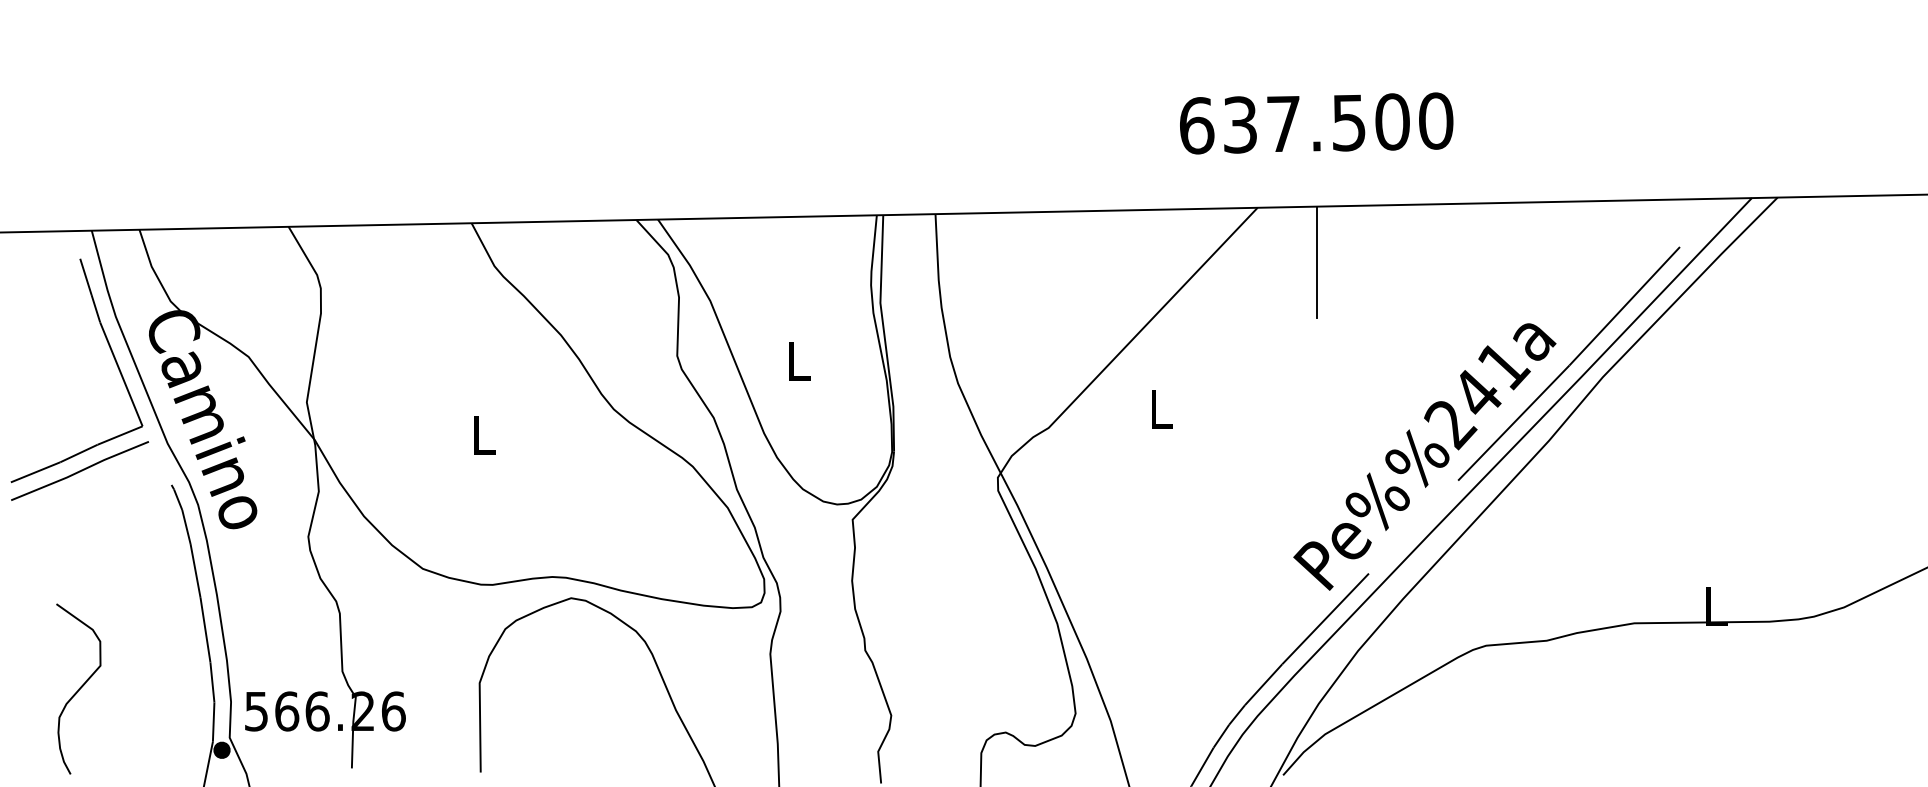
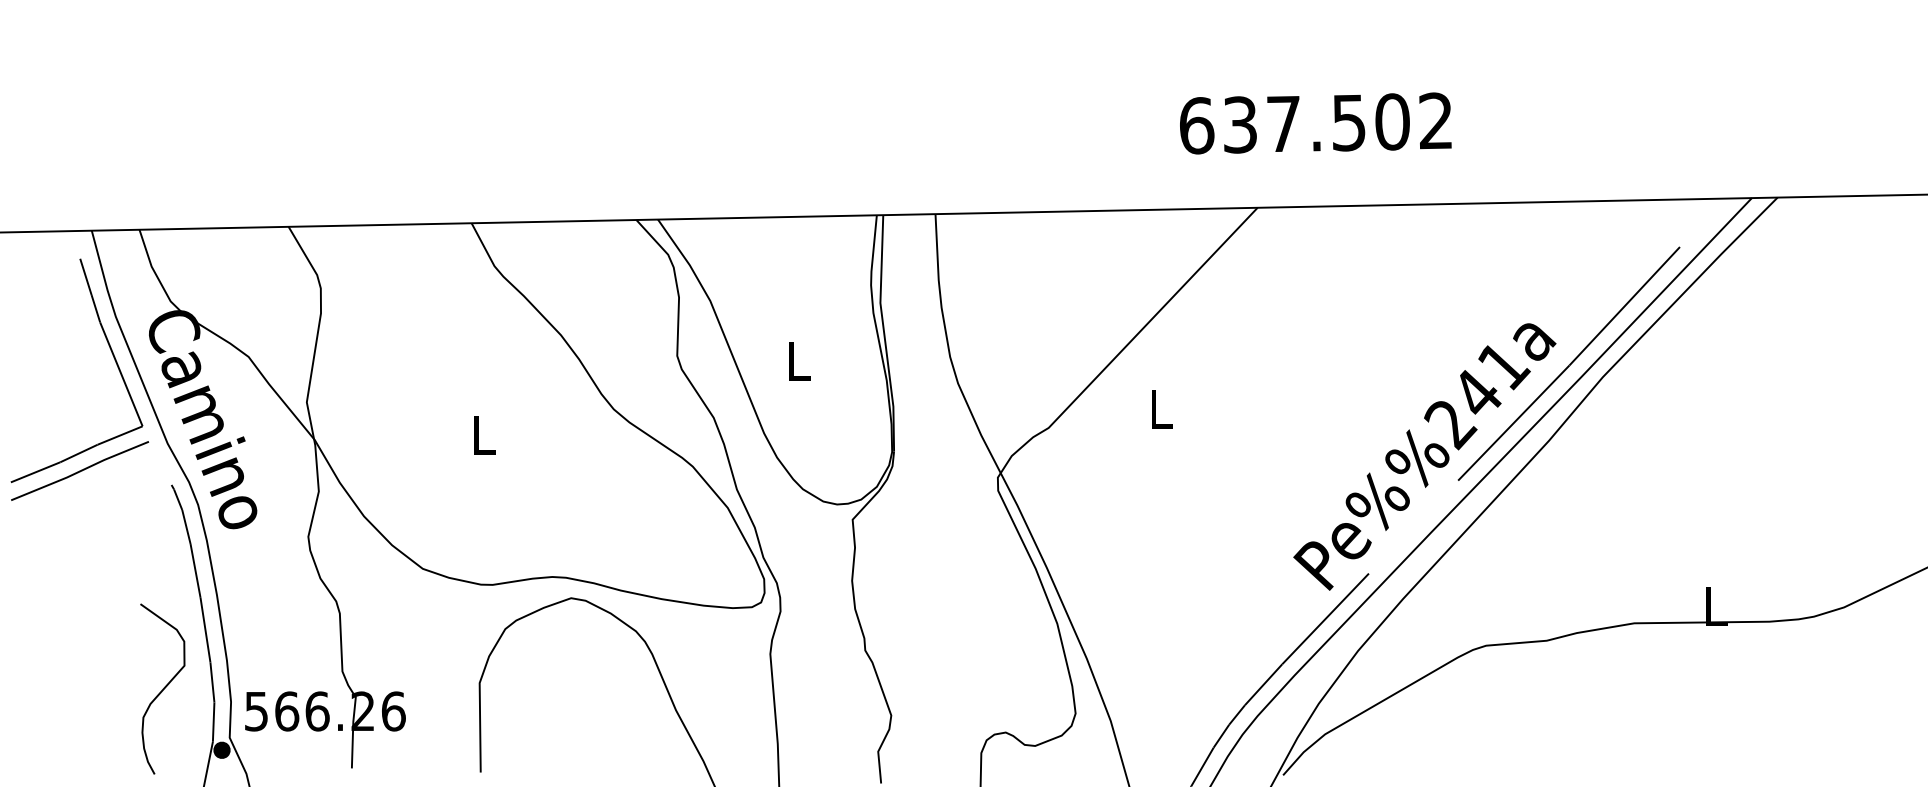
text at (1436, 120): 637.500 -> 637.502
line at (1317, 261): present -> none
curve at (78, 688) position: (78, 688) -> (162, 688)
